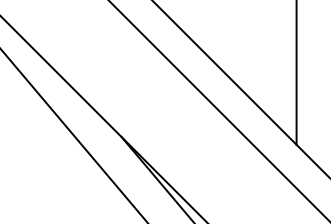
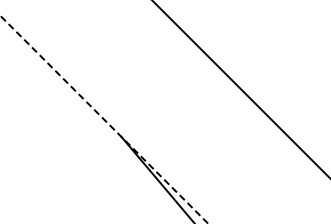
line at (296, 73): present -> none
line at (218, 110): present -> none
line at (104, 119): solid -> dashed
line at (73, 135): present -> none
